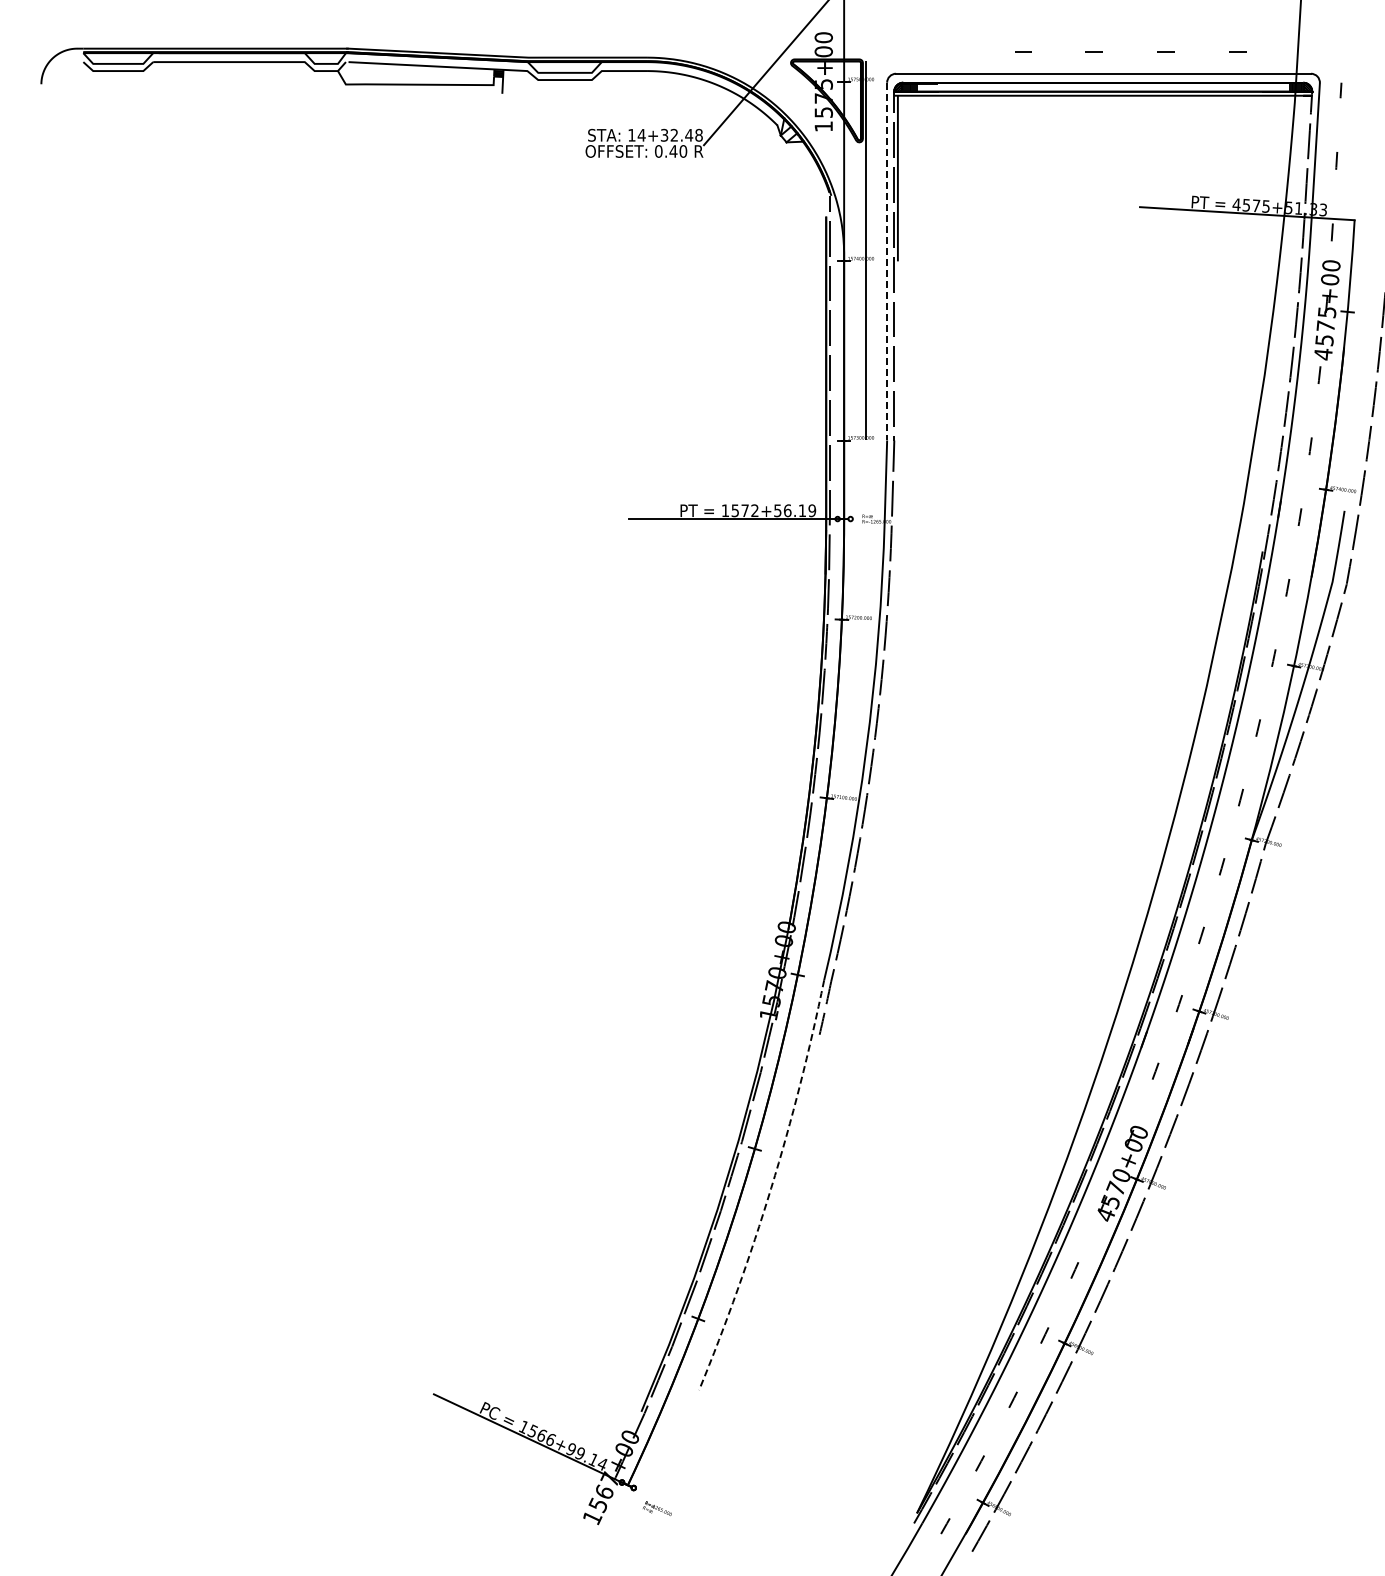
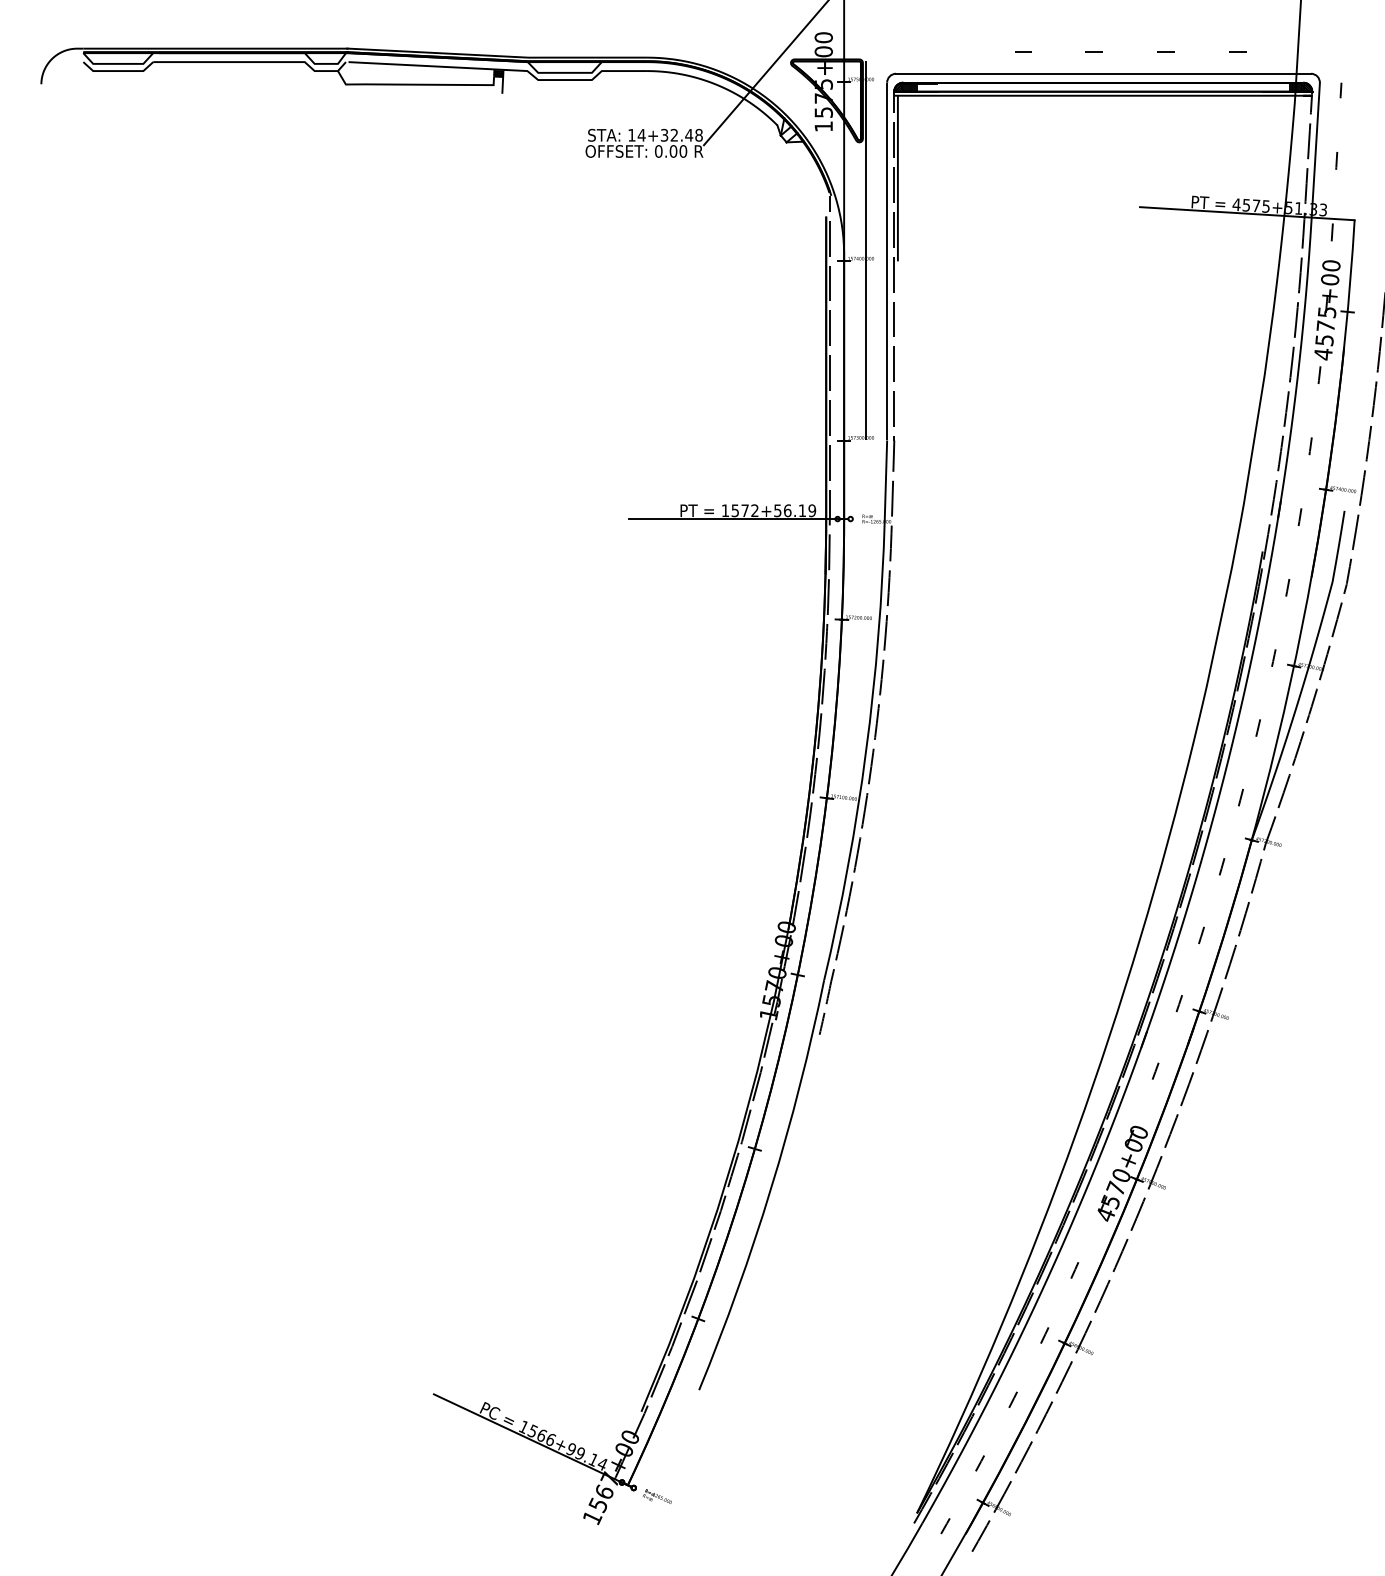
text at (673, 151): 0.40 -> 0.00
line at (887, 261): dashed -> solid
line at (771, 1188): dashed -> solid
text at (656, 1508) position: (656, 1508) -> (656, 1496)
